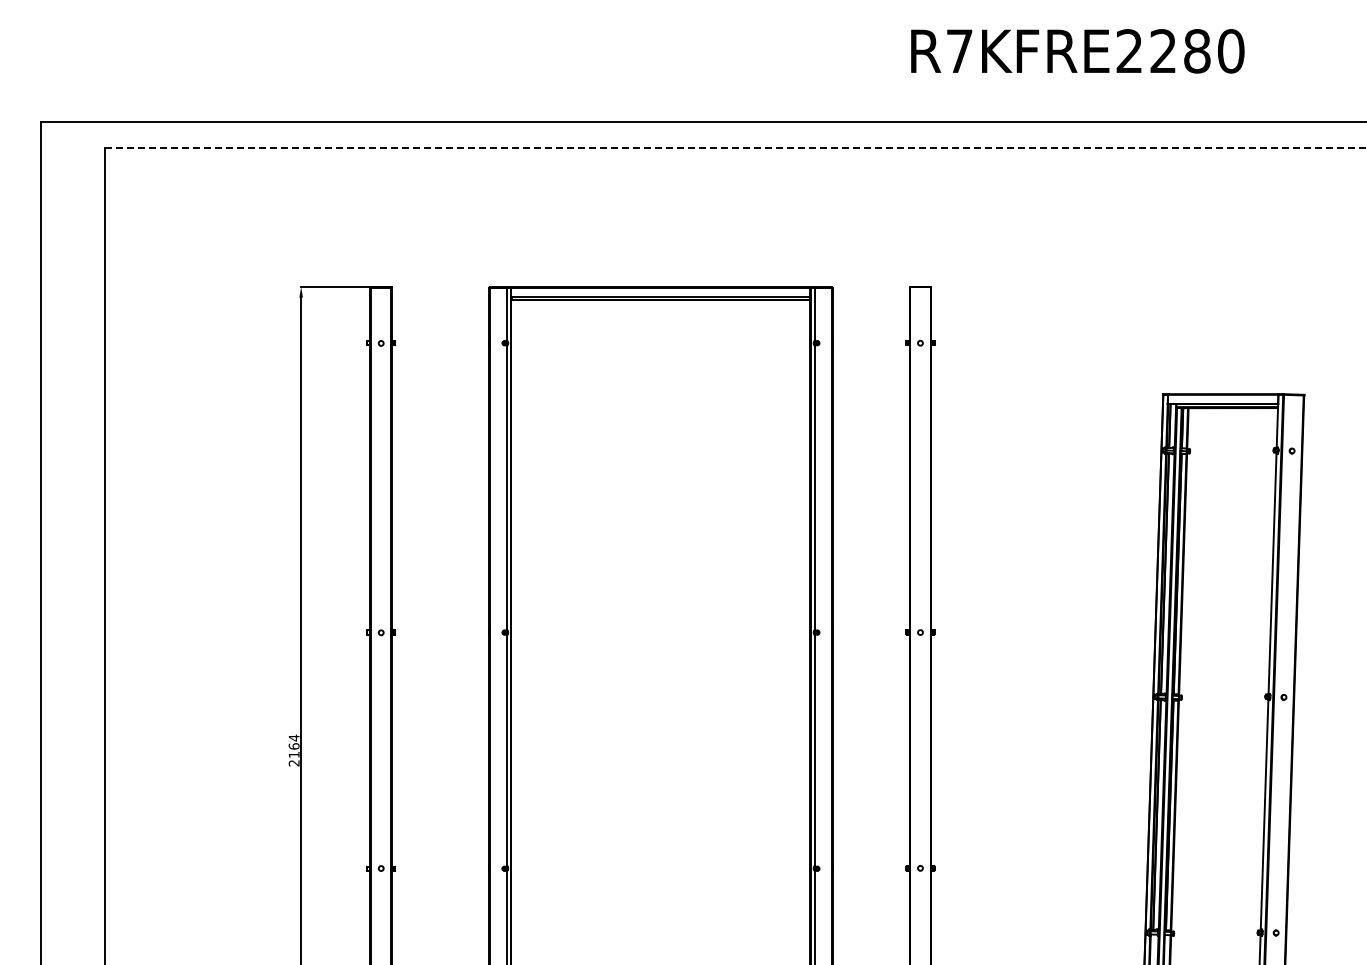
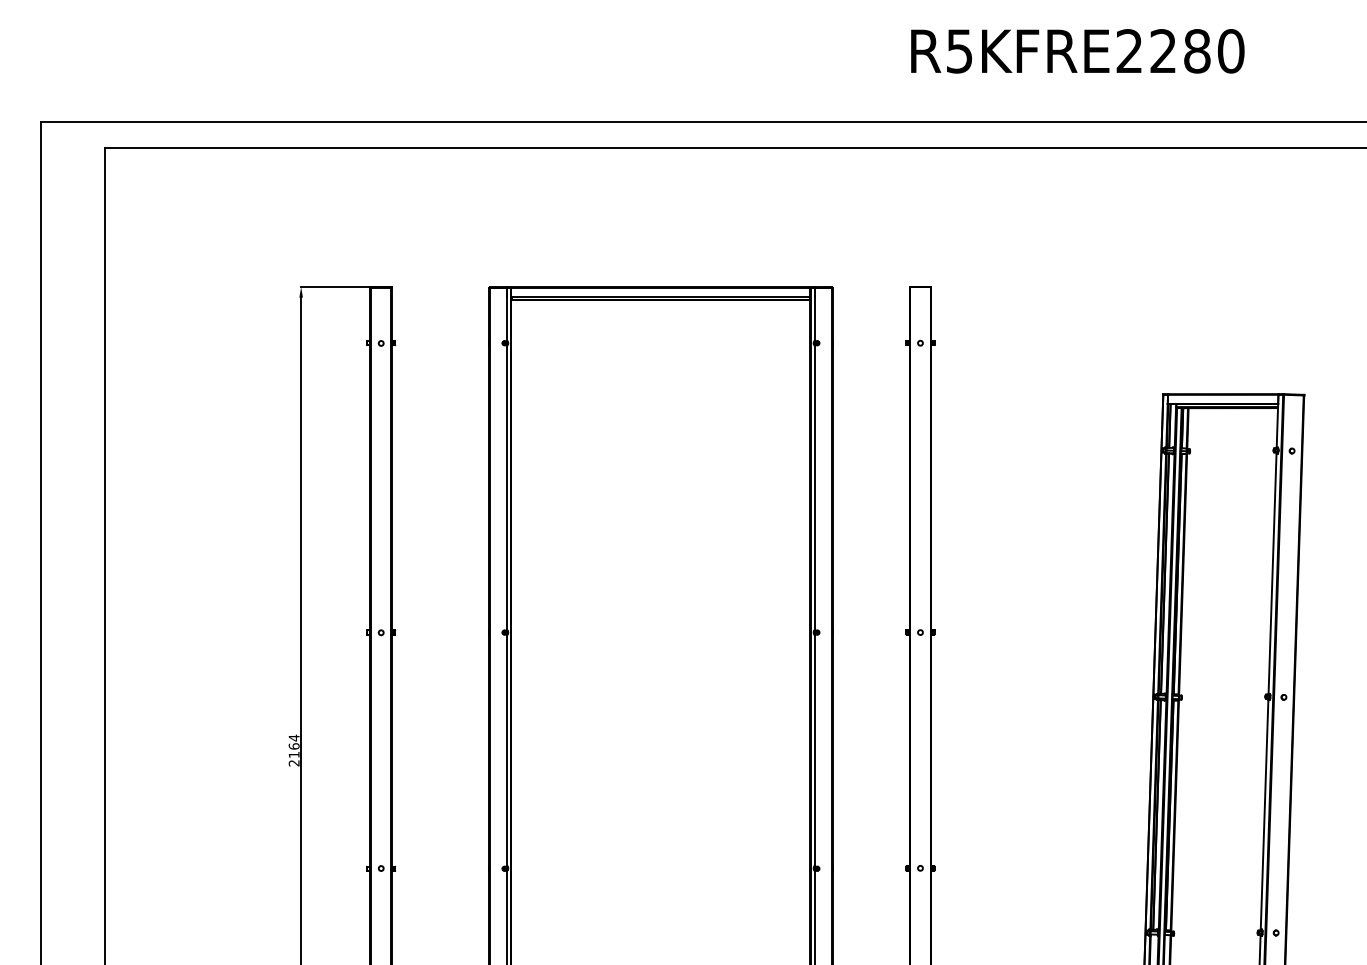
text at (959, 51): R7KFRE2280 -> R5KFRE2280
line at (736, 147): dashed -> solid
